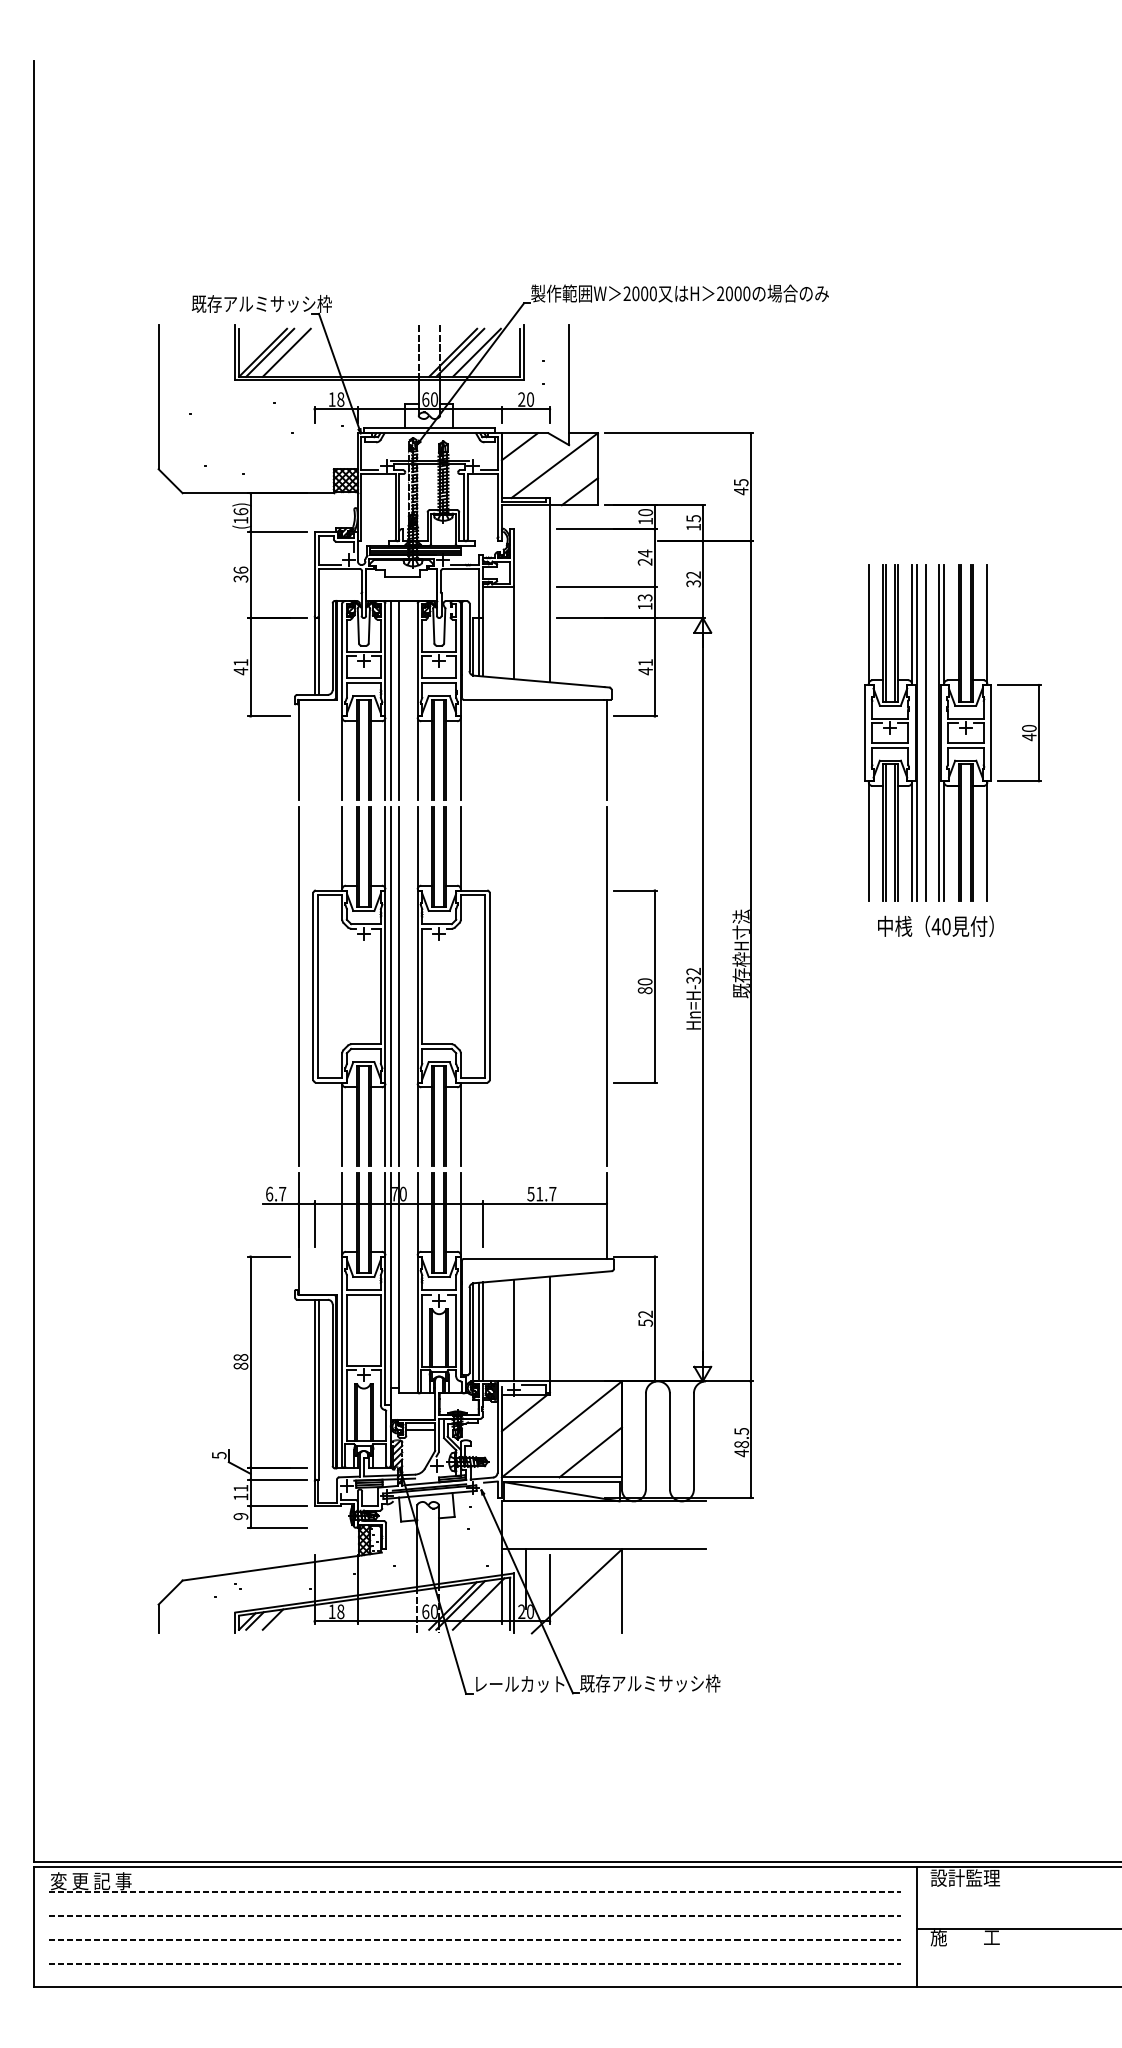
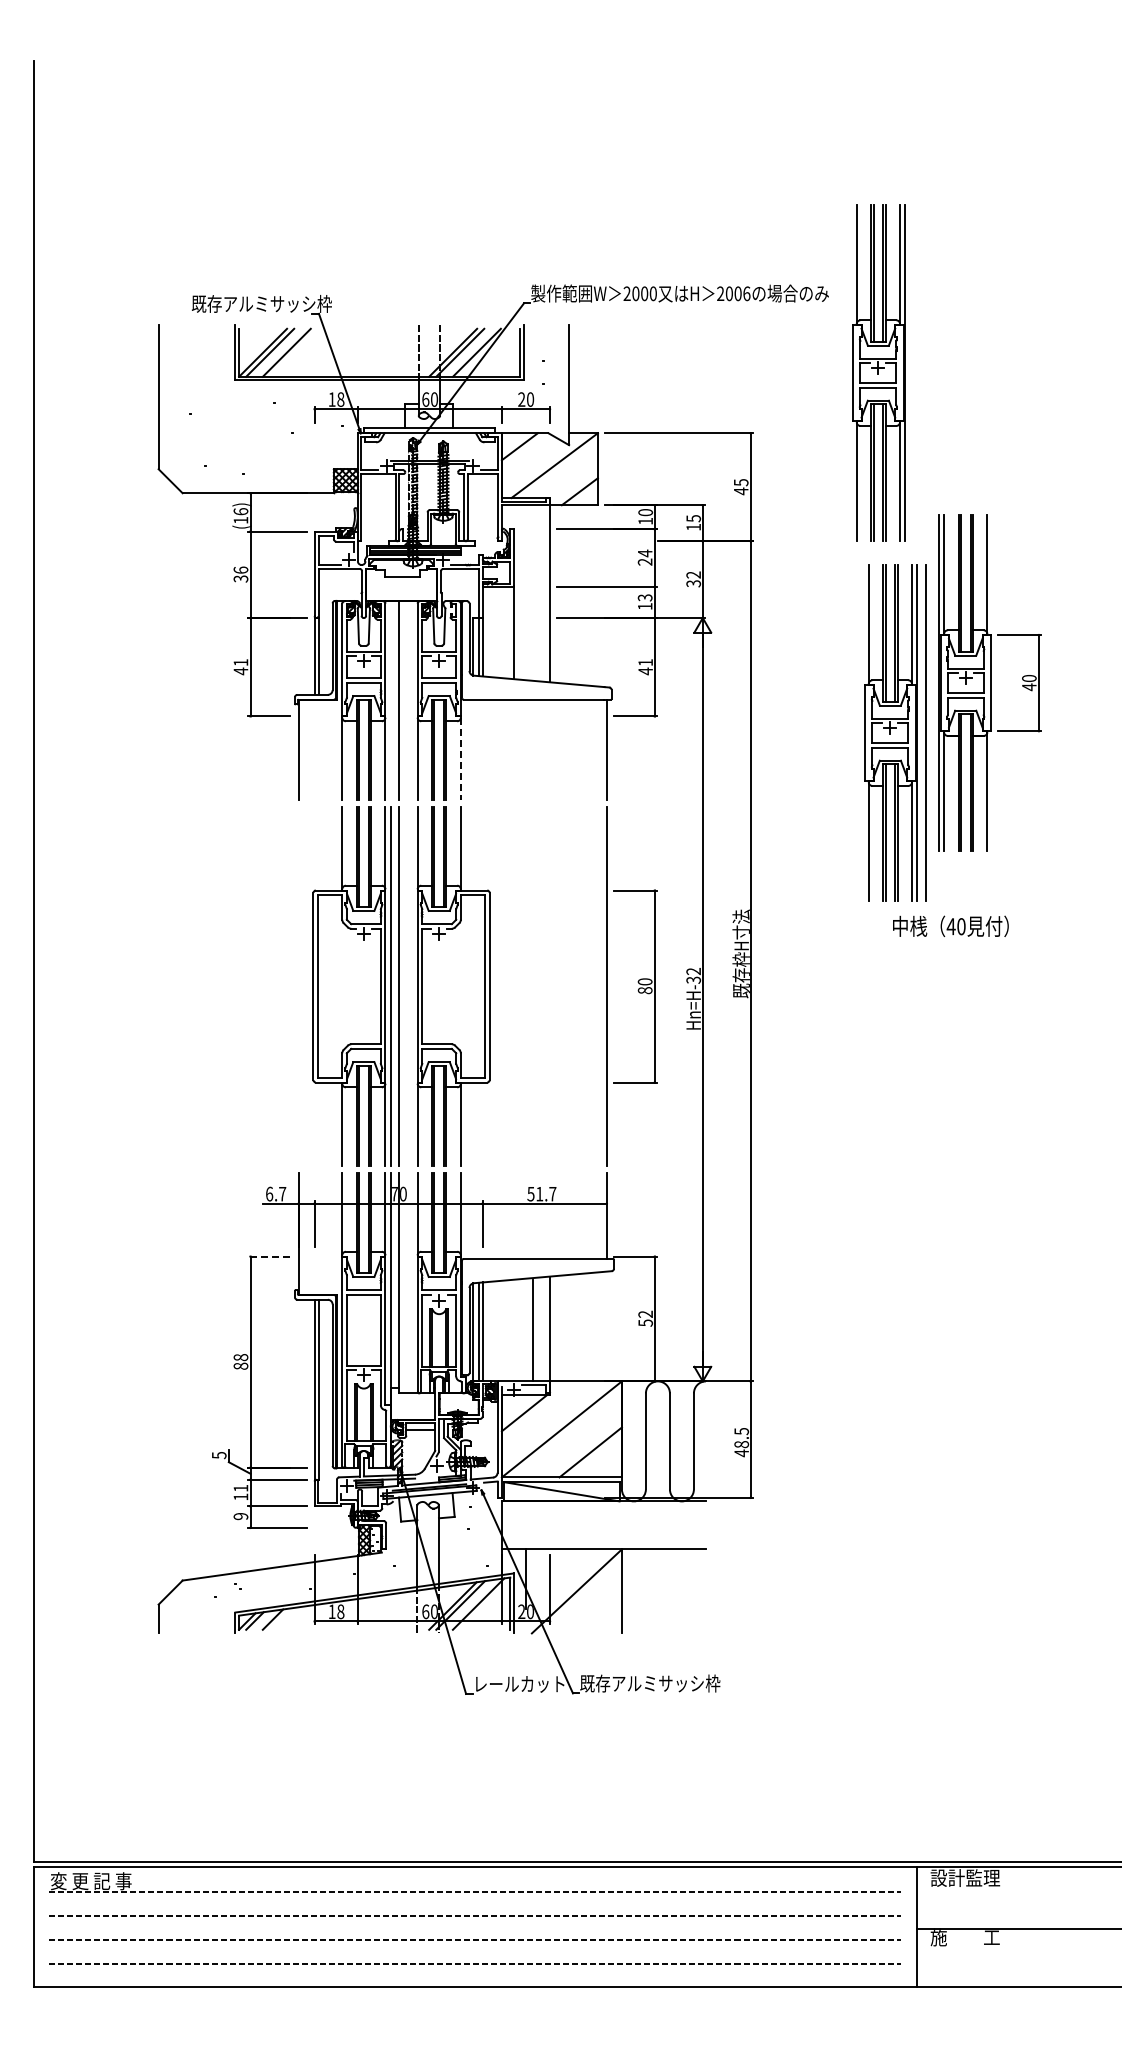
text at (746, 293): 2000 -> 2006
part at (878, 372): none -> present
line at (390, 700): present -> none
part at (989, 732) position: (989, 732) -> (989, 682)
line at (460, 758): solid -> dashed
text at (935, 925) position: (935, 925) -> (950, 925)
line at (298, 986): present -> none
line at (268, 1256): solid -> dashed
line at (513, 1330) position: (513, 1330) -> (532, 1330)
